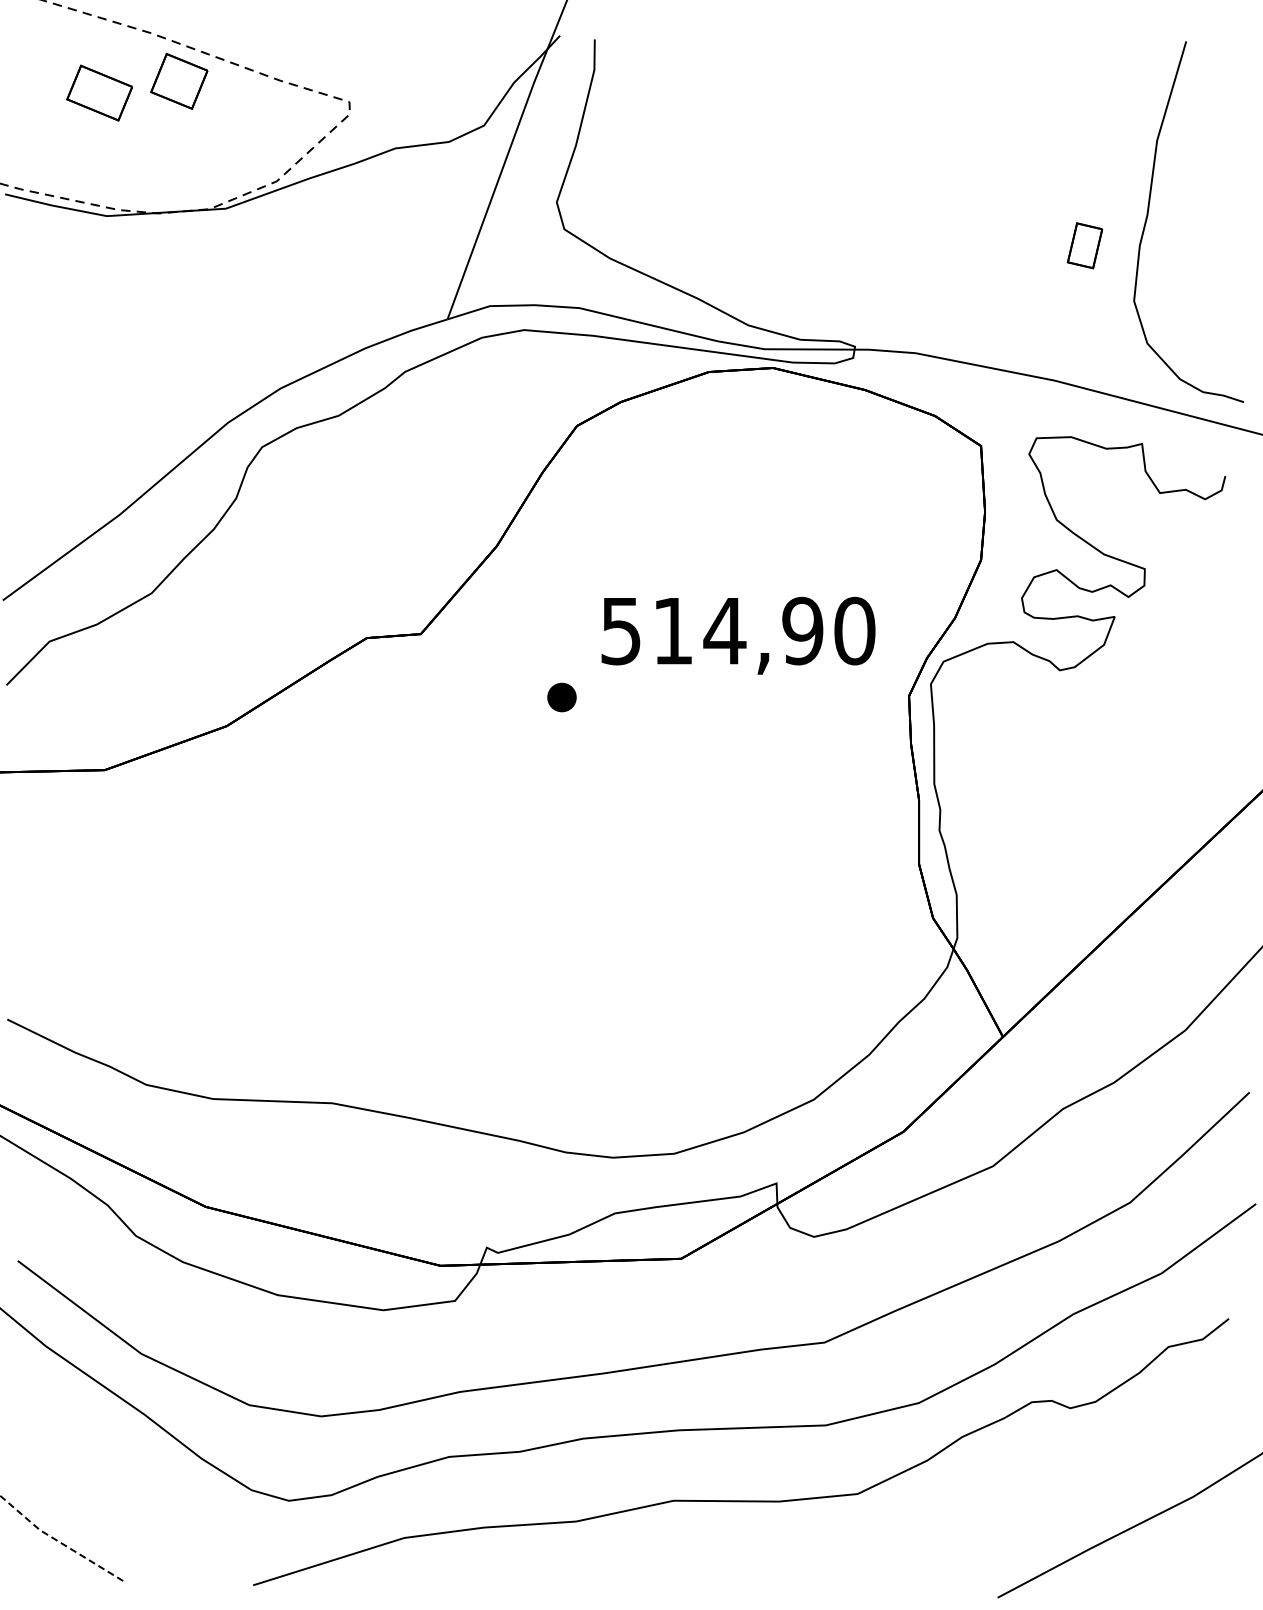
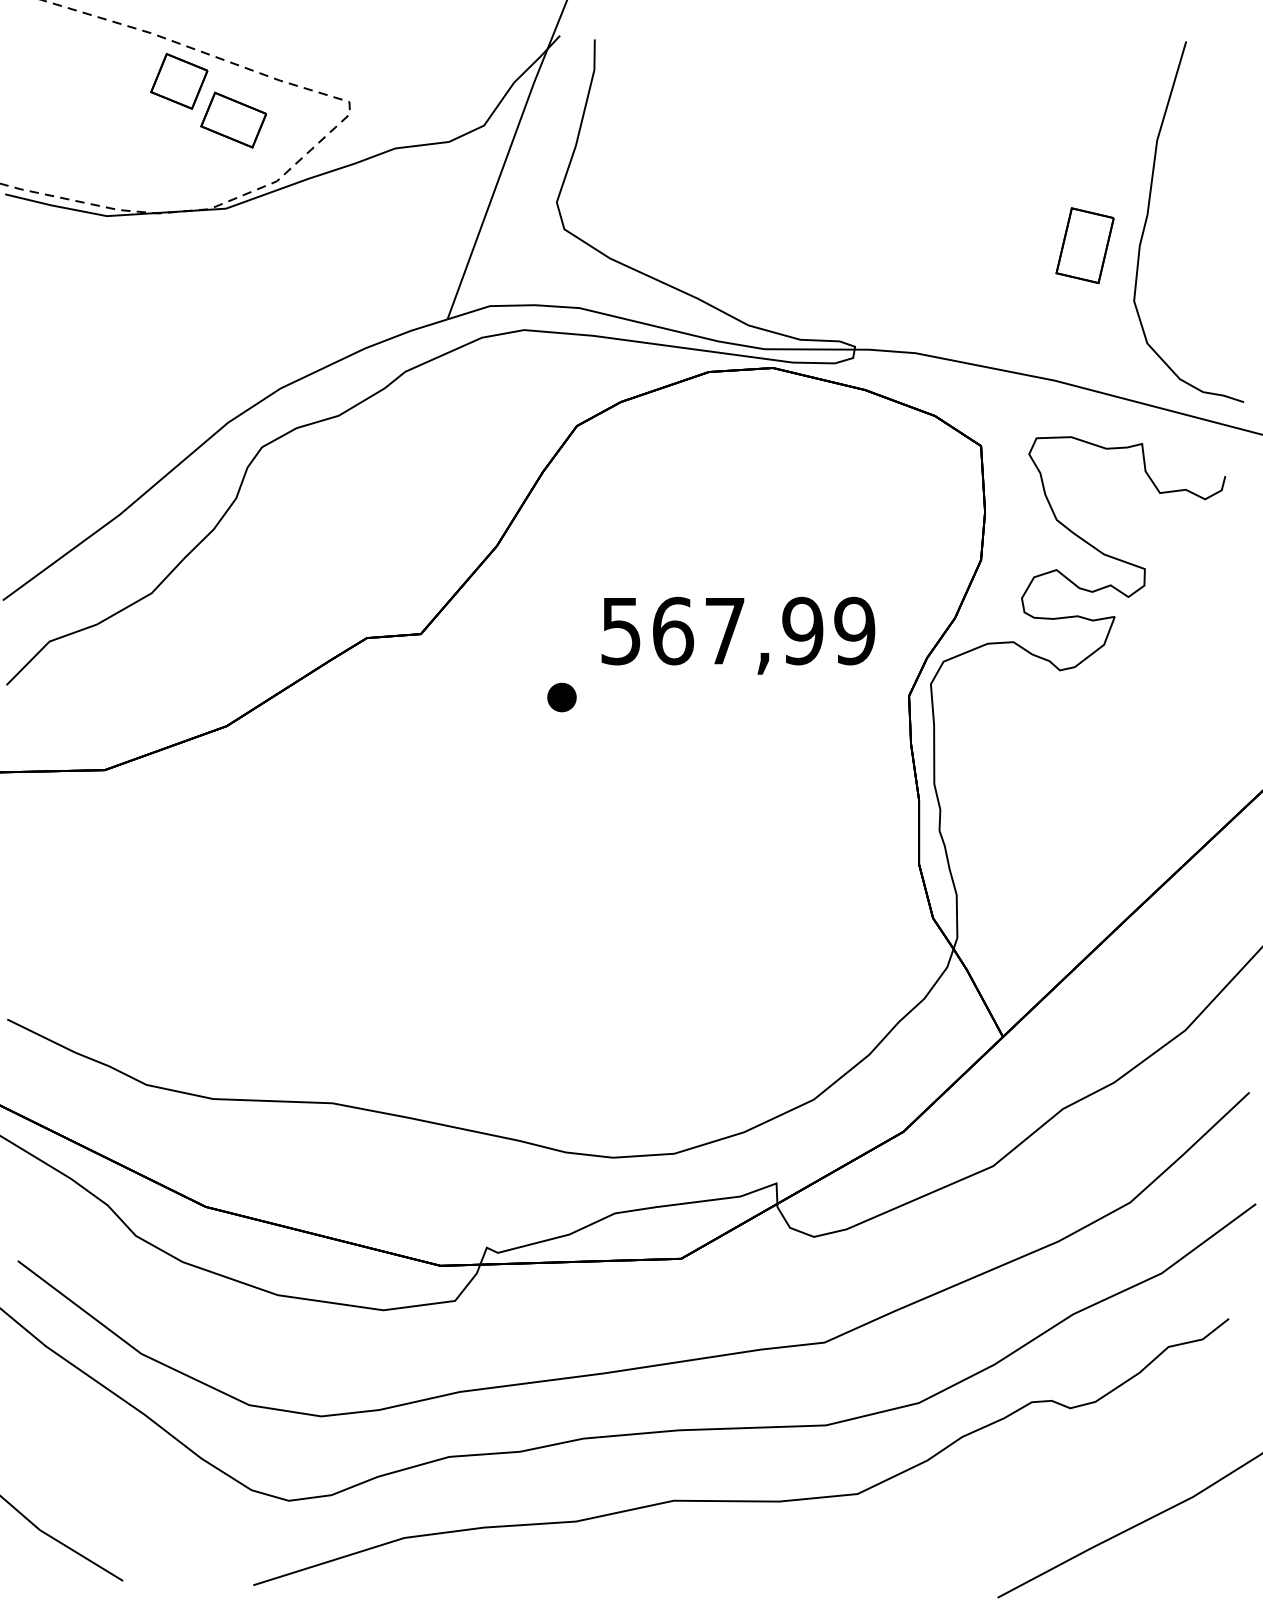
part at (99, 92) position: (99, 92) -> (233, 119)
part at (1084, 245) size: 38x48 px -> 60x78 px
text at (764, 630): 514,90 -> 567,99
line at (58, 1541): dashed -> solid
